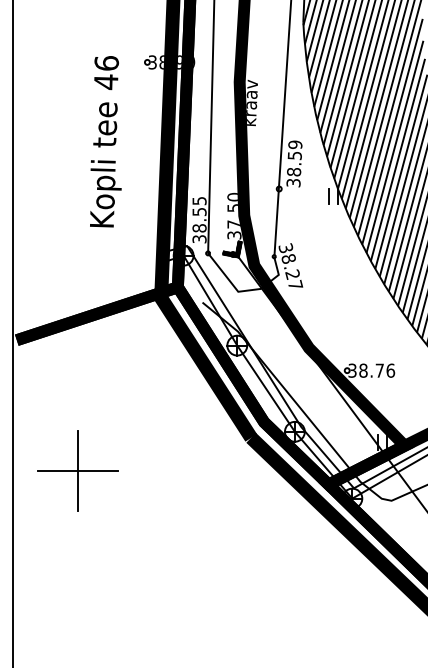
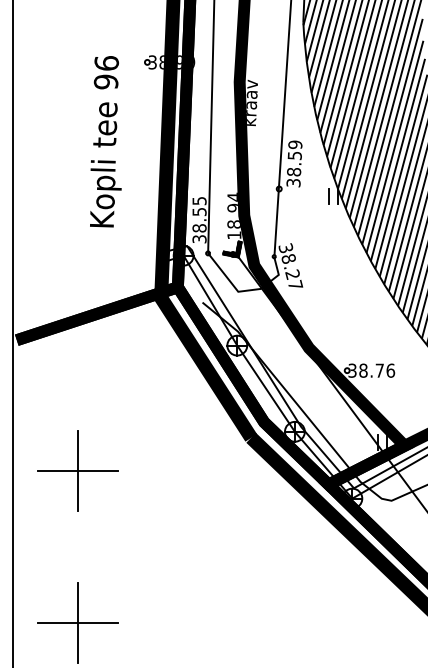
text at (105, 82): 46 -> 96
text at (234, 215): 37.50 -> 18.94
part at (77, 622): none -> present
